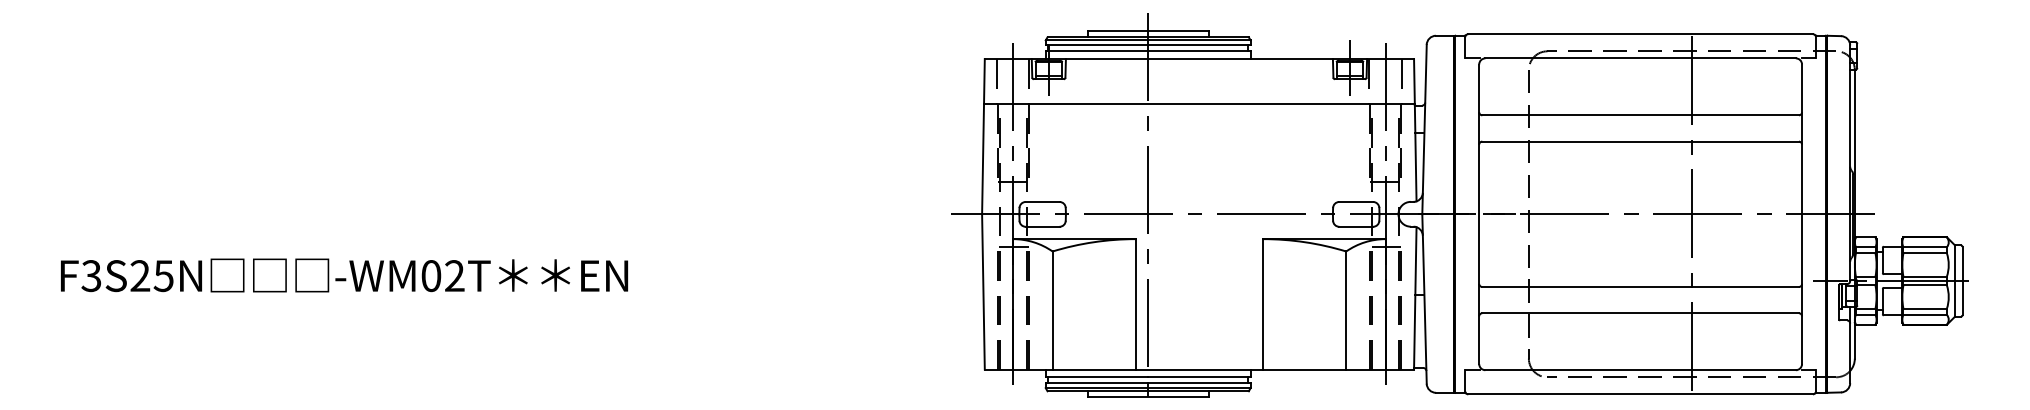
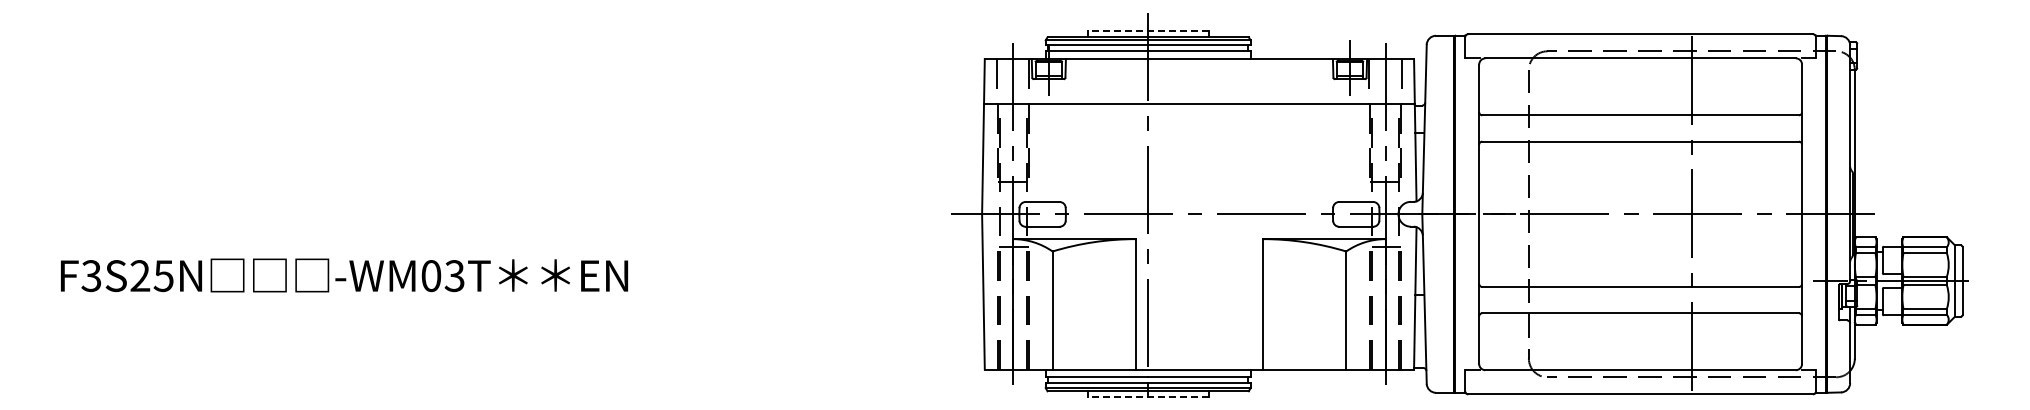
line at (1148, 31): solid -> dashed
text at (454, 276): -WM02T -> -WM03T
line at (1148, 397): solid -> dashed
